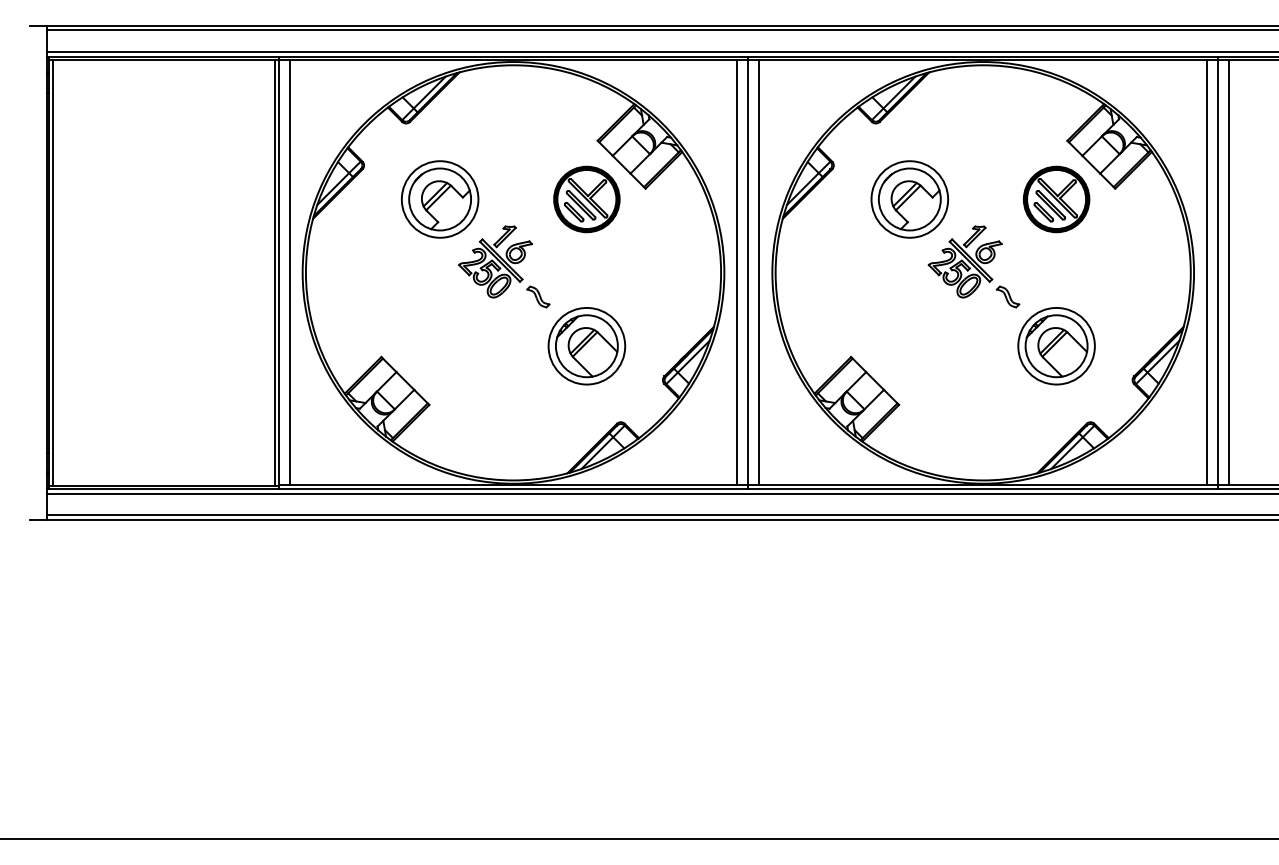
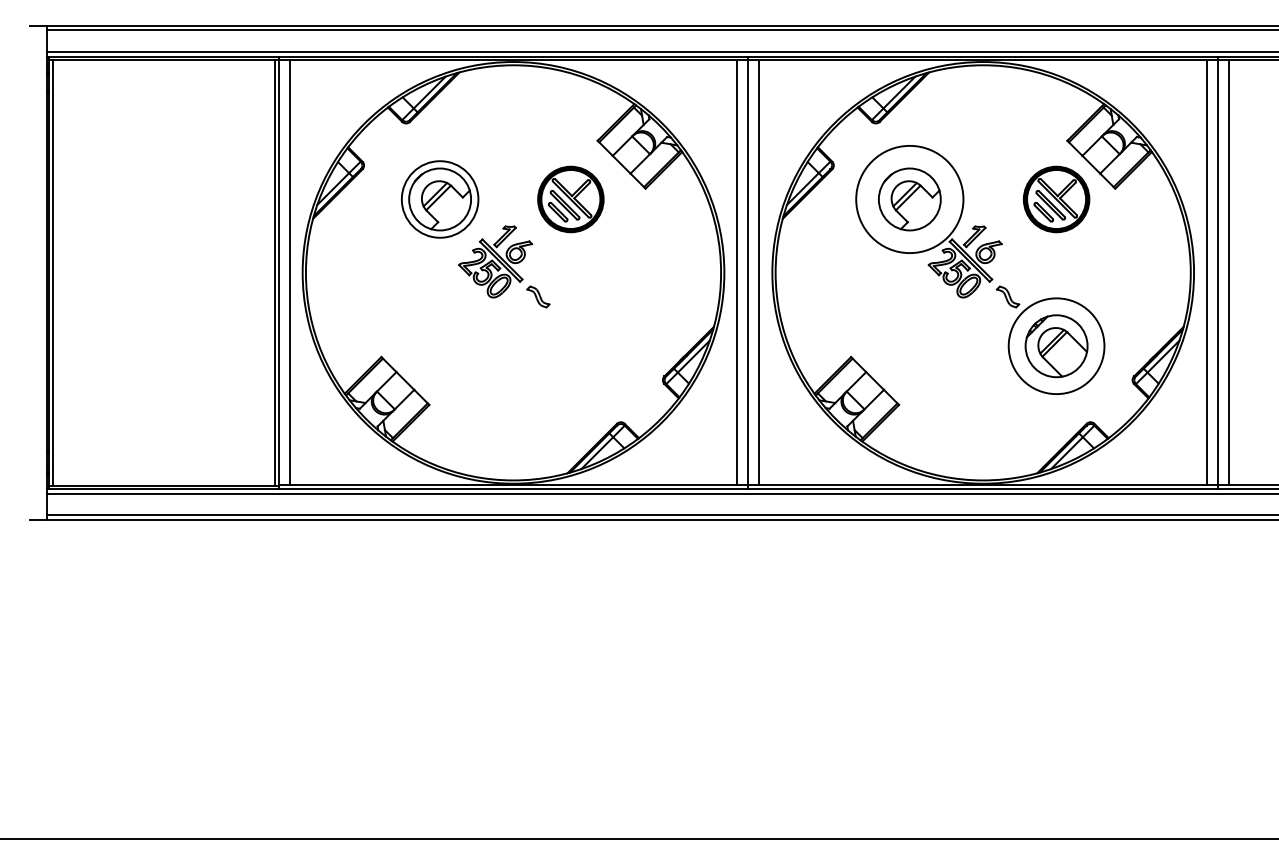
part at (586, 199) position: (586, 199) -> (570, 199)
circle at (909, 199) diameter: 77 px -> 107 px
circle at (1056, 345) diameter: 77 px -> 96 px
part at (586, 346): present -> none
